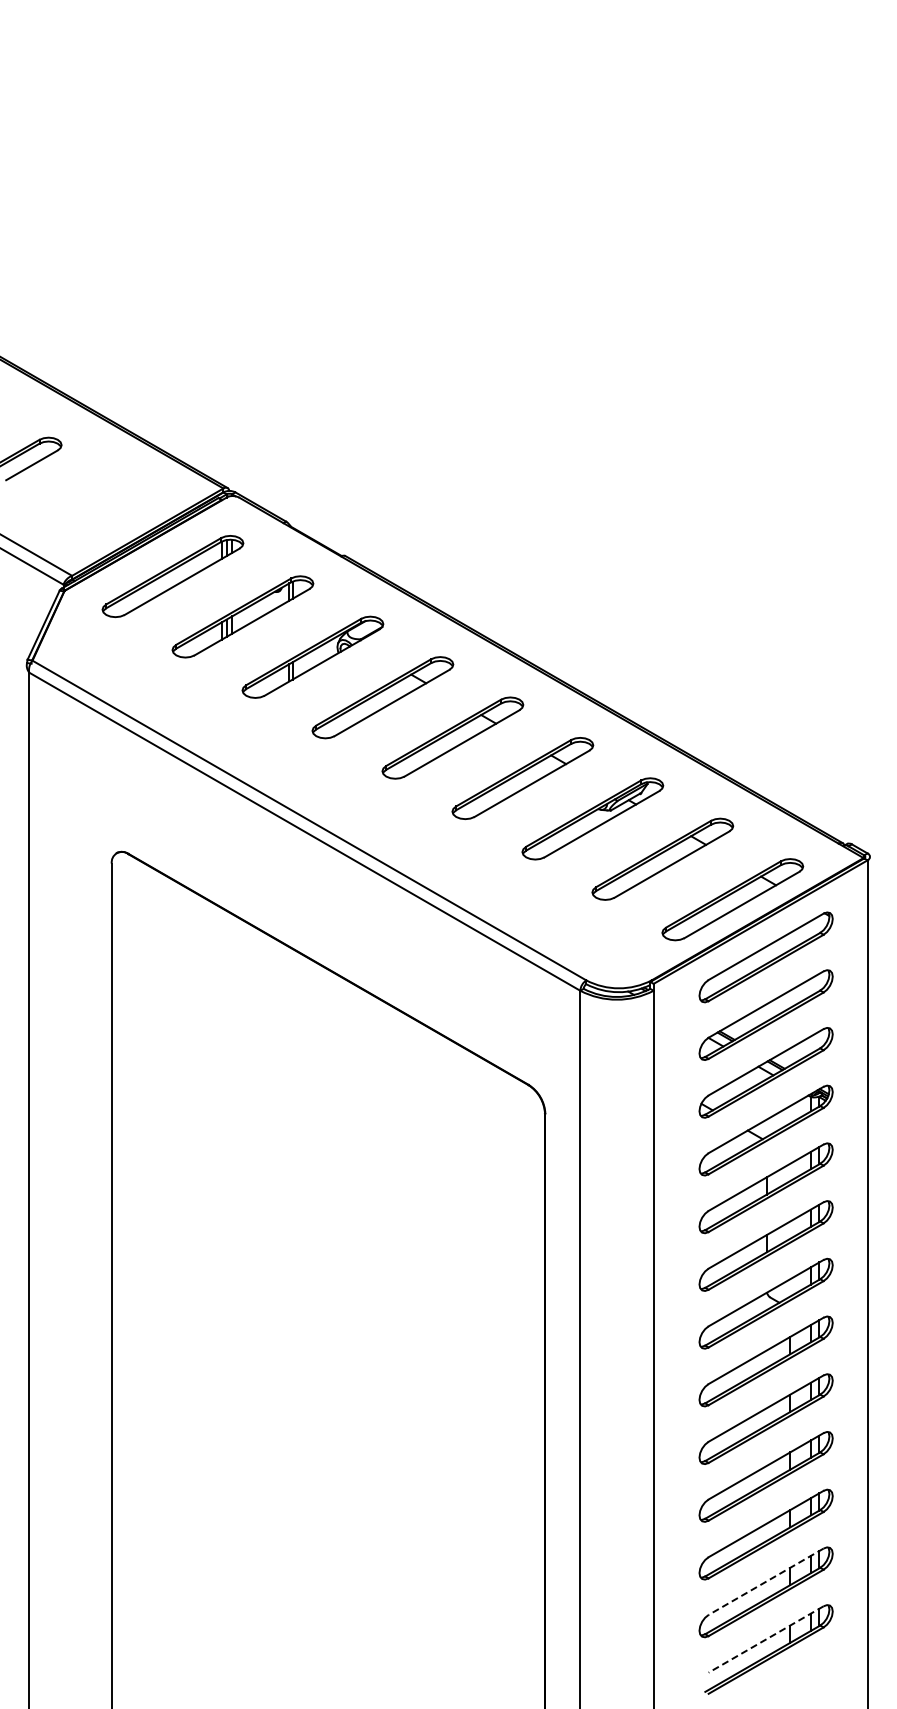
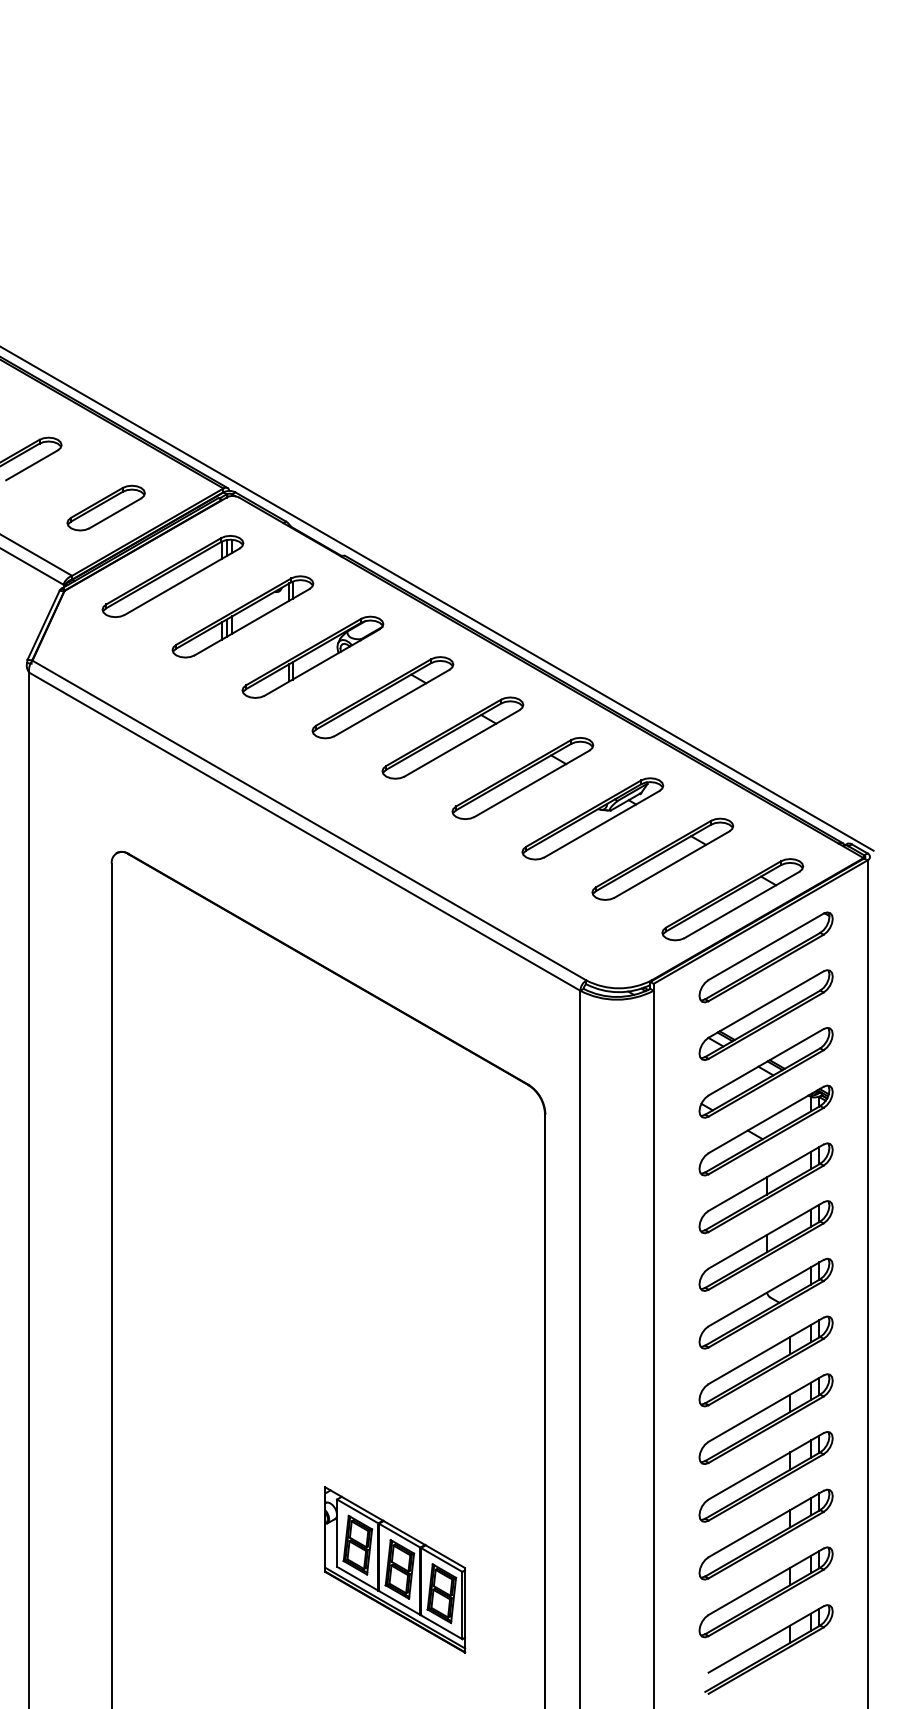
part at (105, 507): none -> present
line at (437, 598): none -> present
part at (395, 1569): none -> present
line at (765, 1582): dashed -> solid
line at (765, 1639): dashed -> solid
